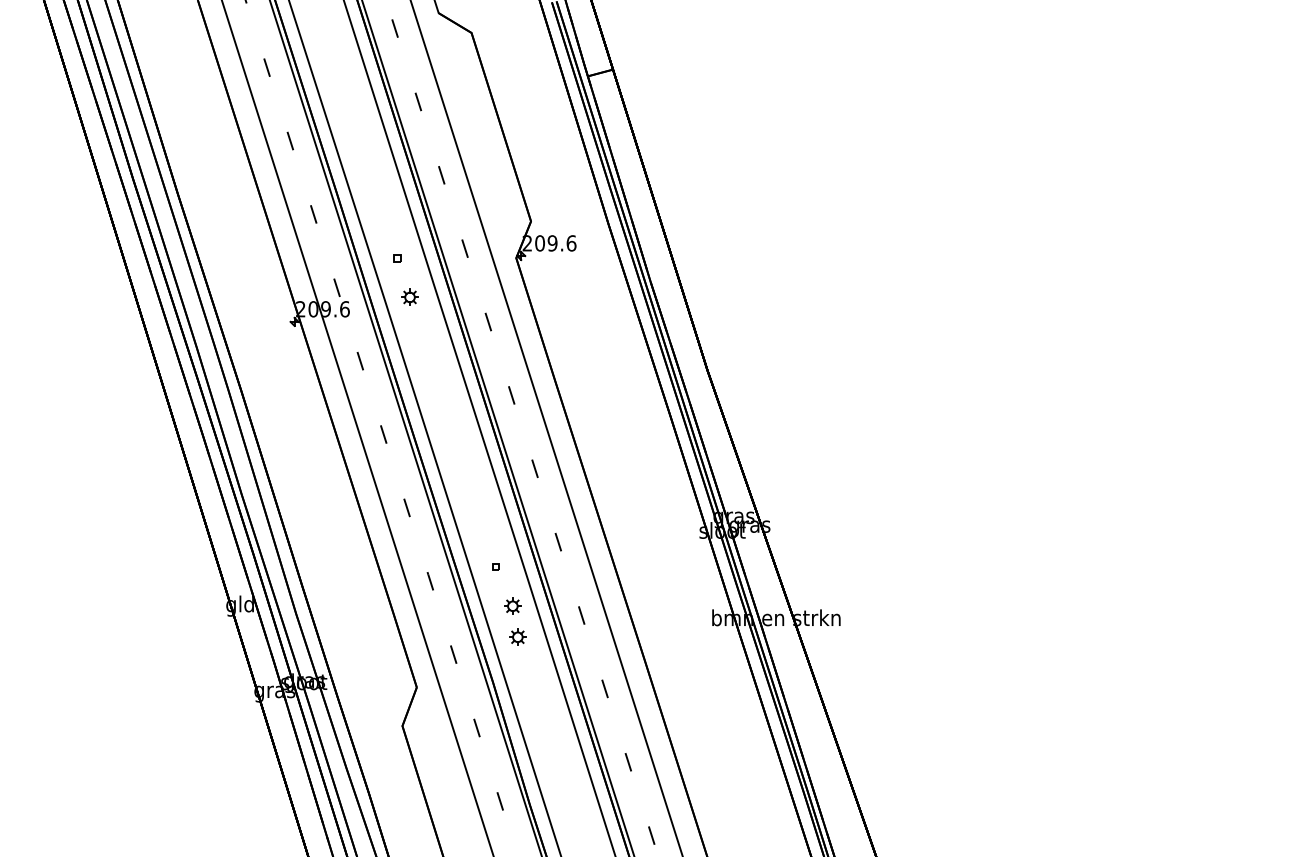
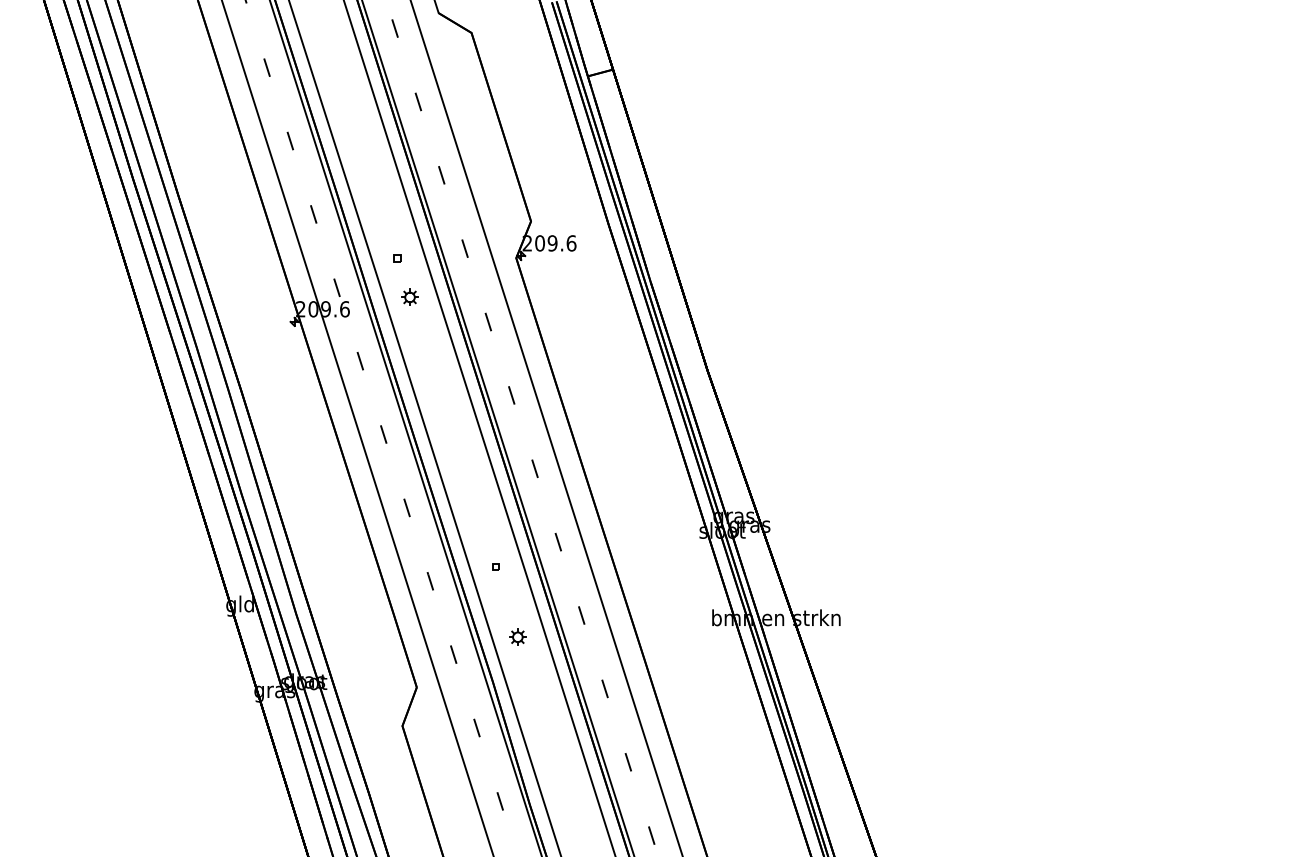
part at (512, 605): present -> none
